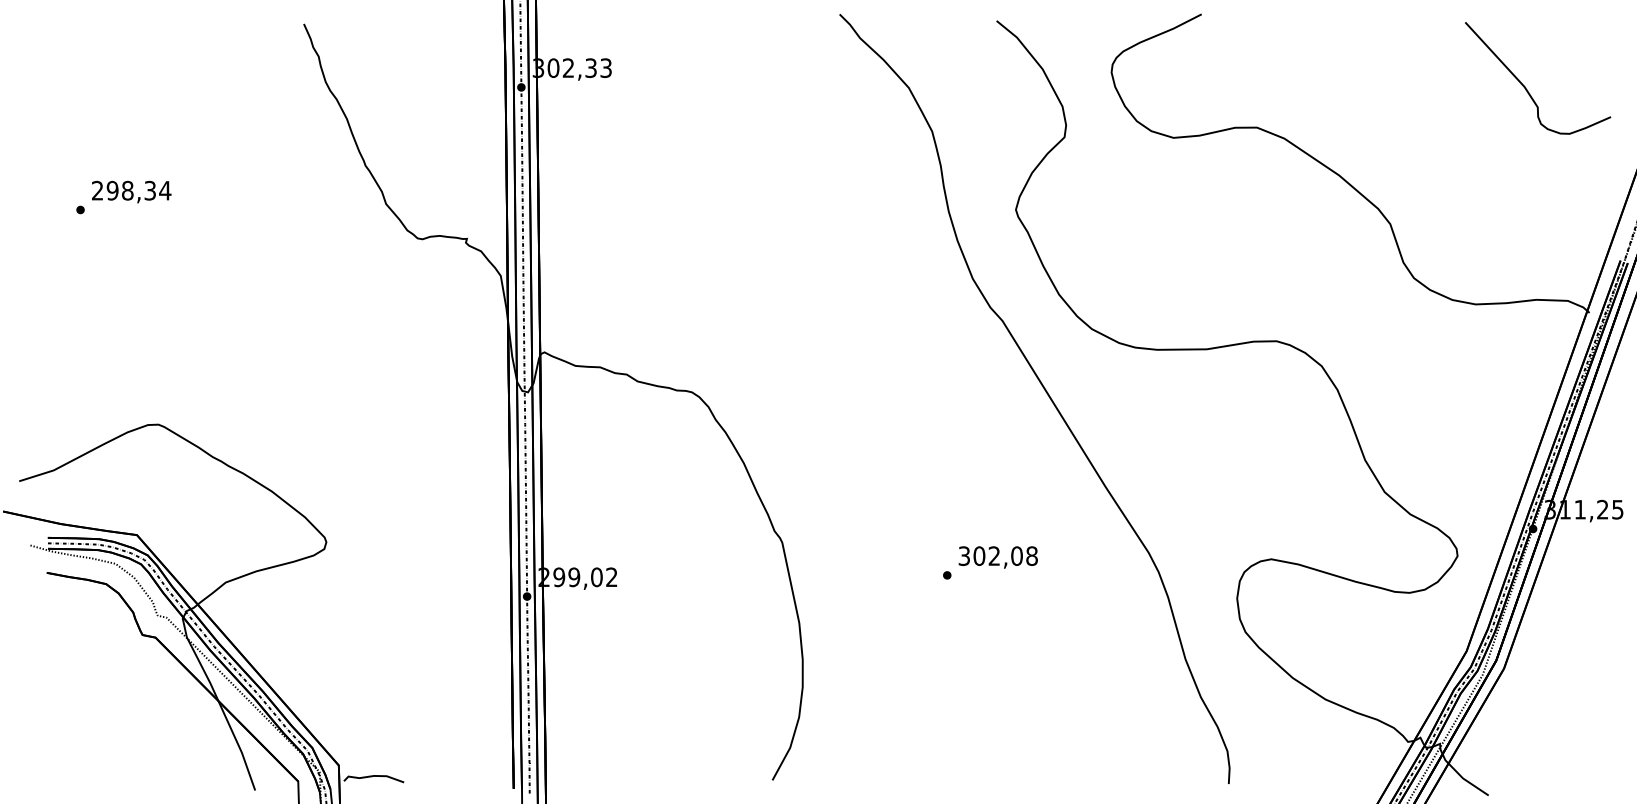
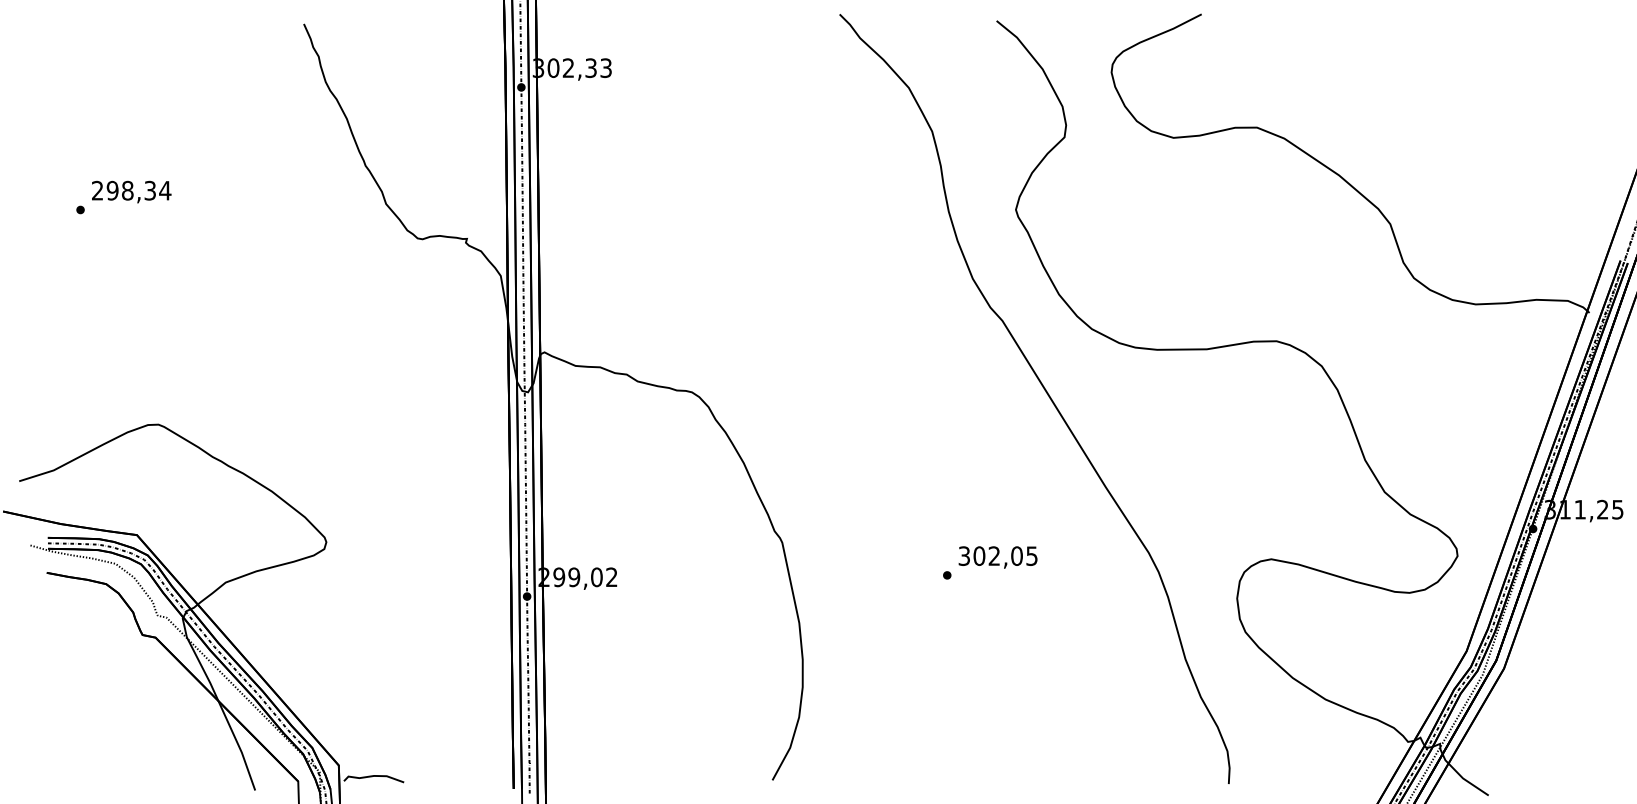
curve at (1526, 87): present -> none
text at (1031, 555): 302,08 -> 302,05
